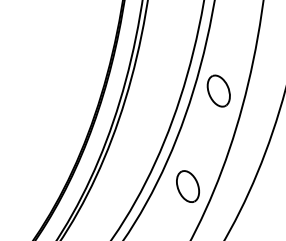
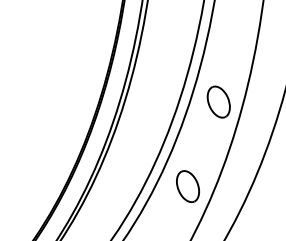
part at (218, 90) position: (218, 90) -> (218, 101)
